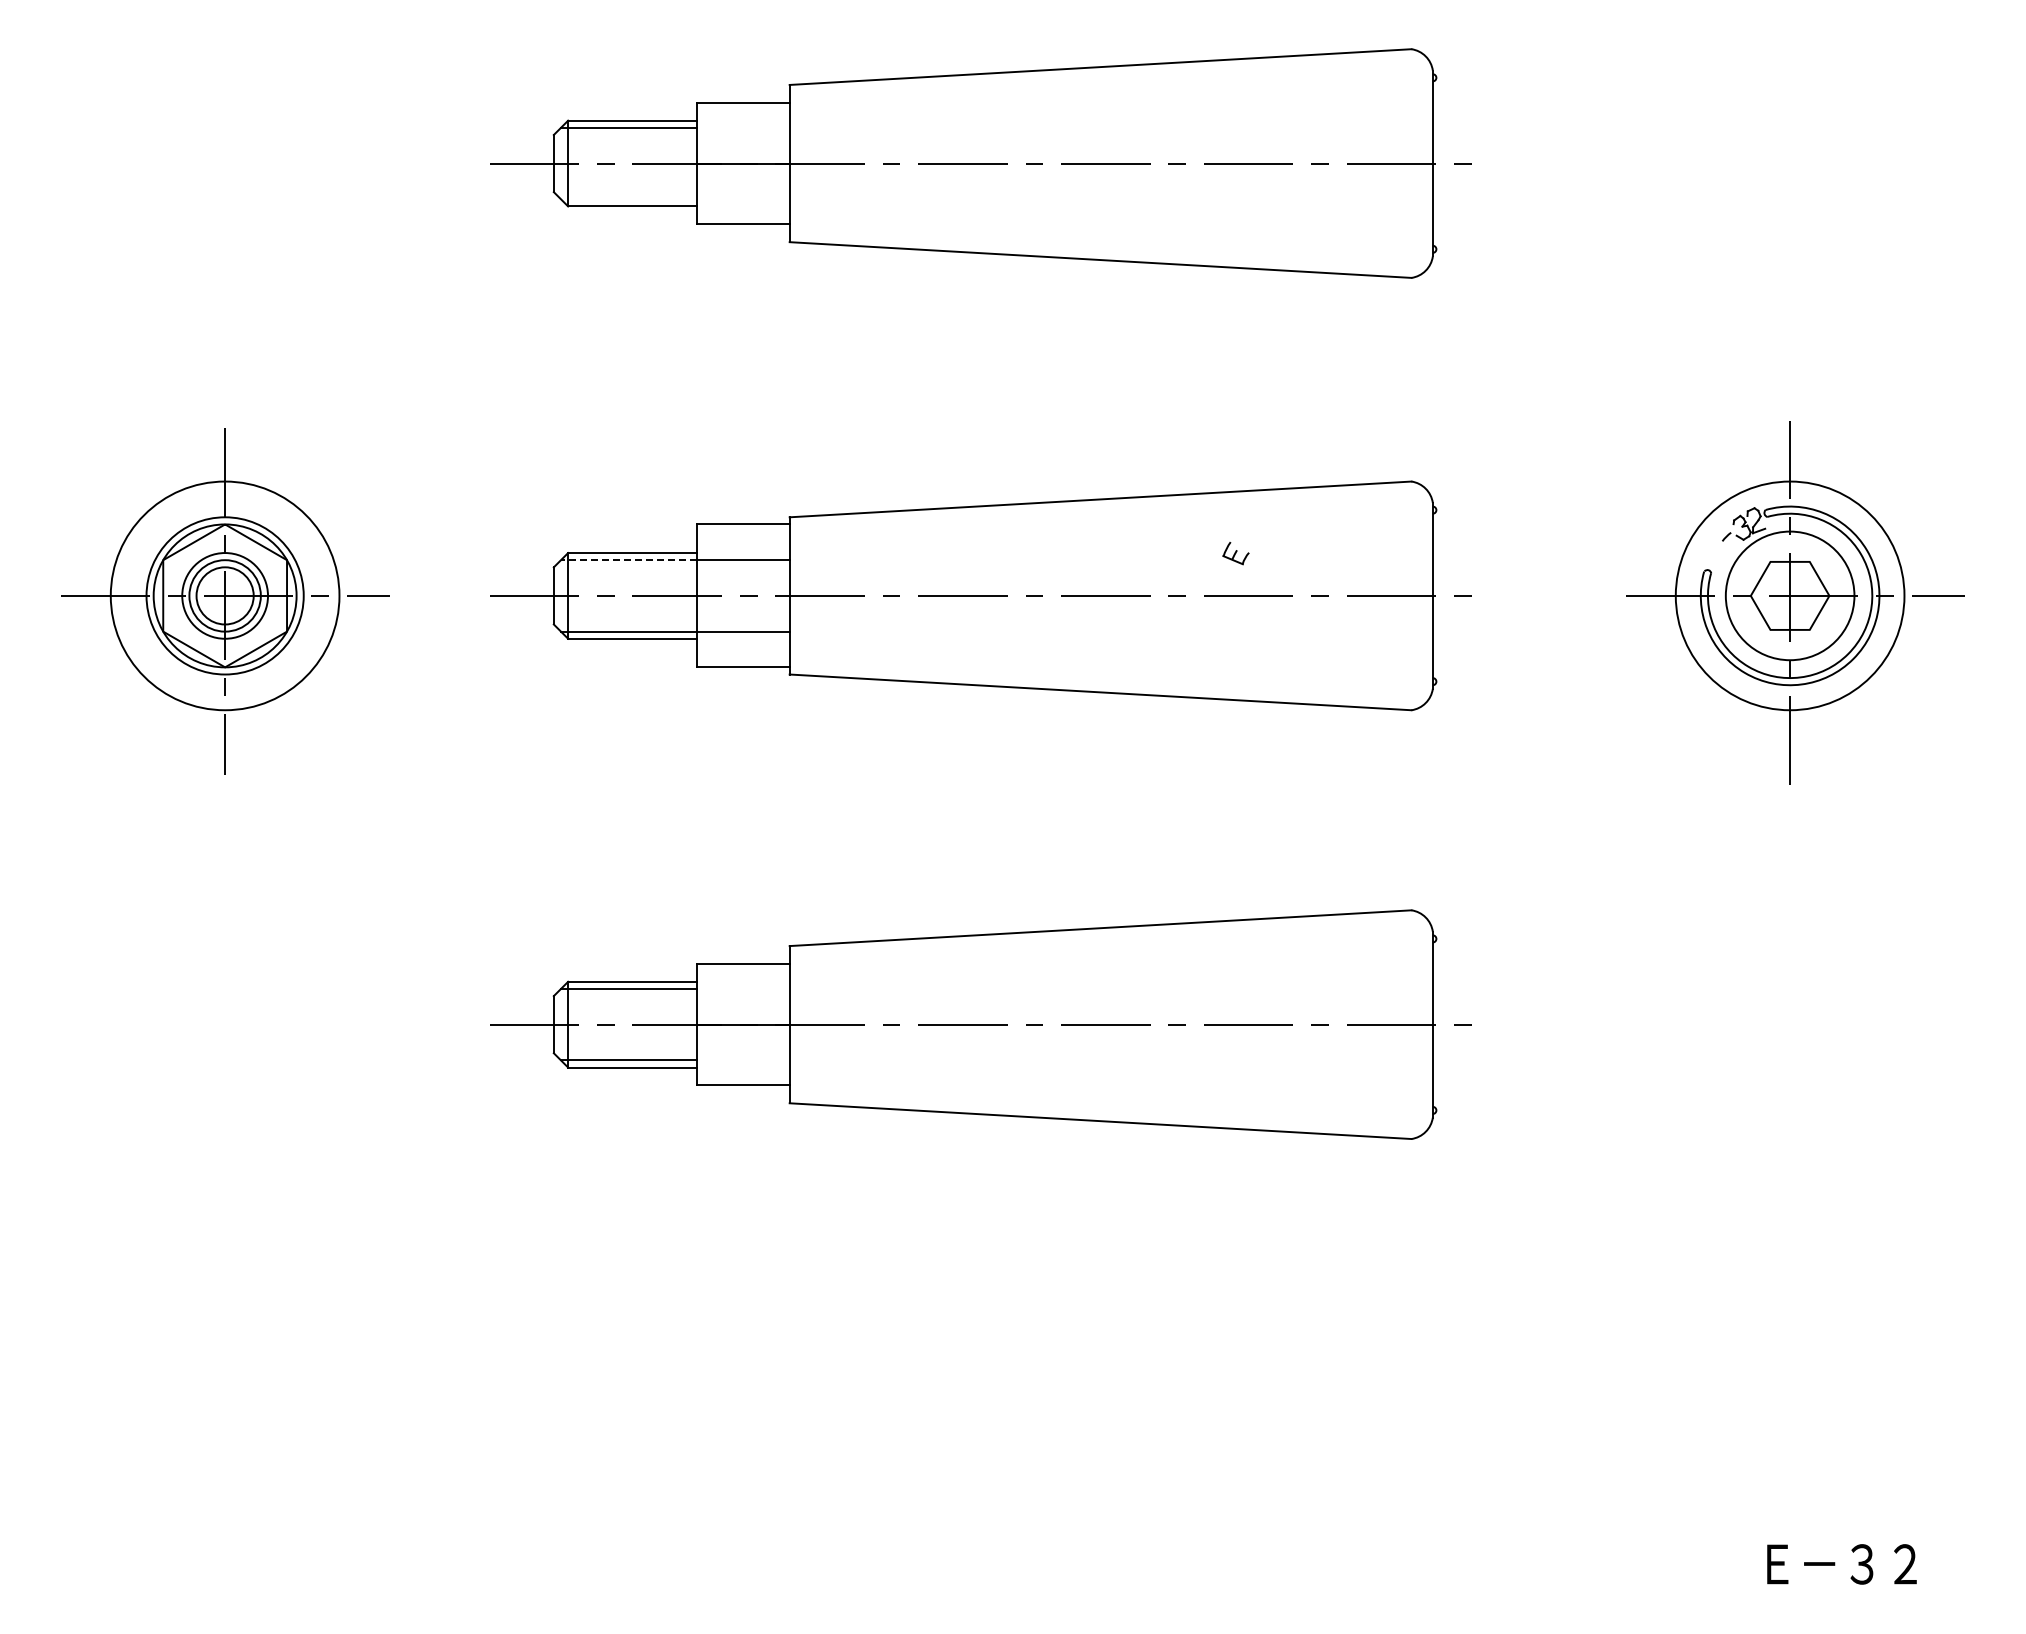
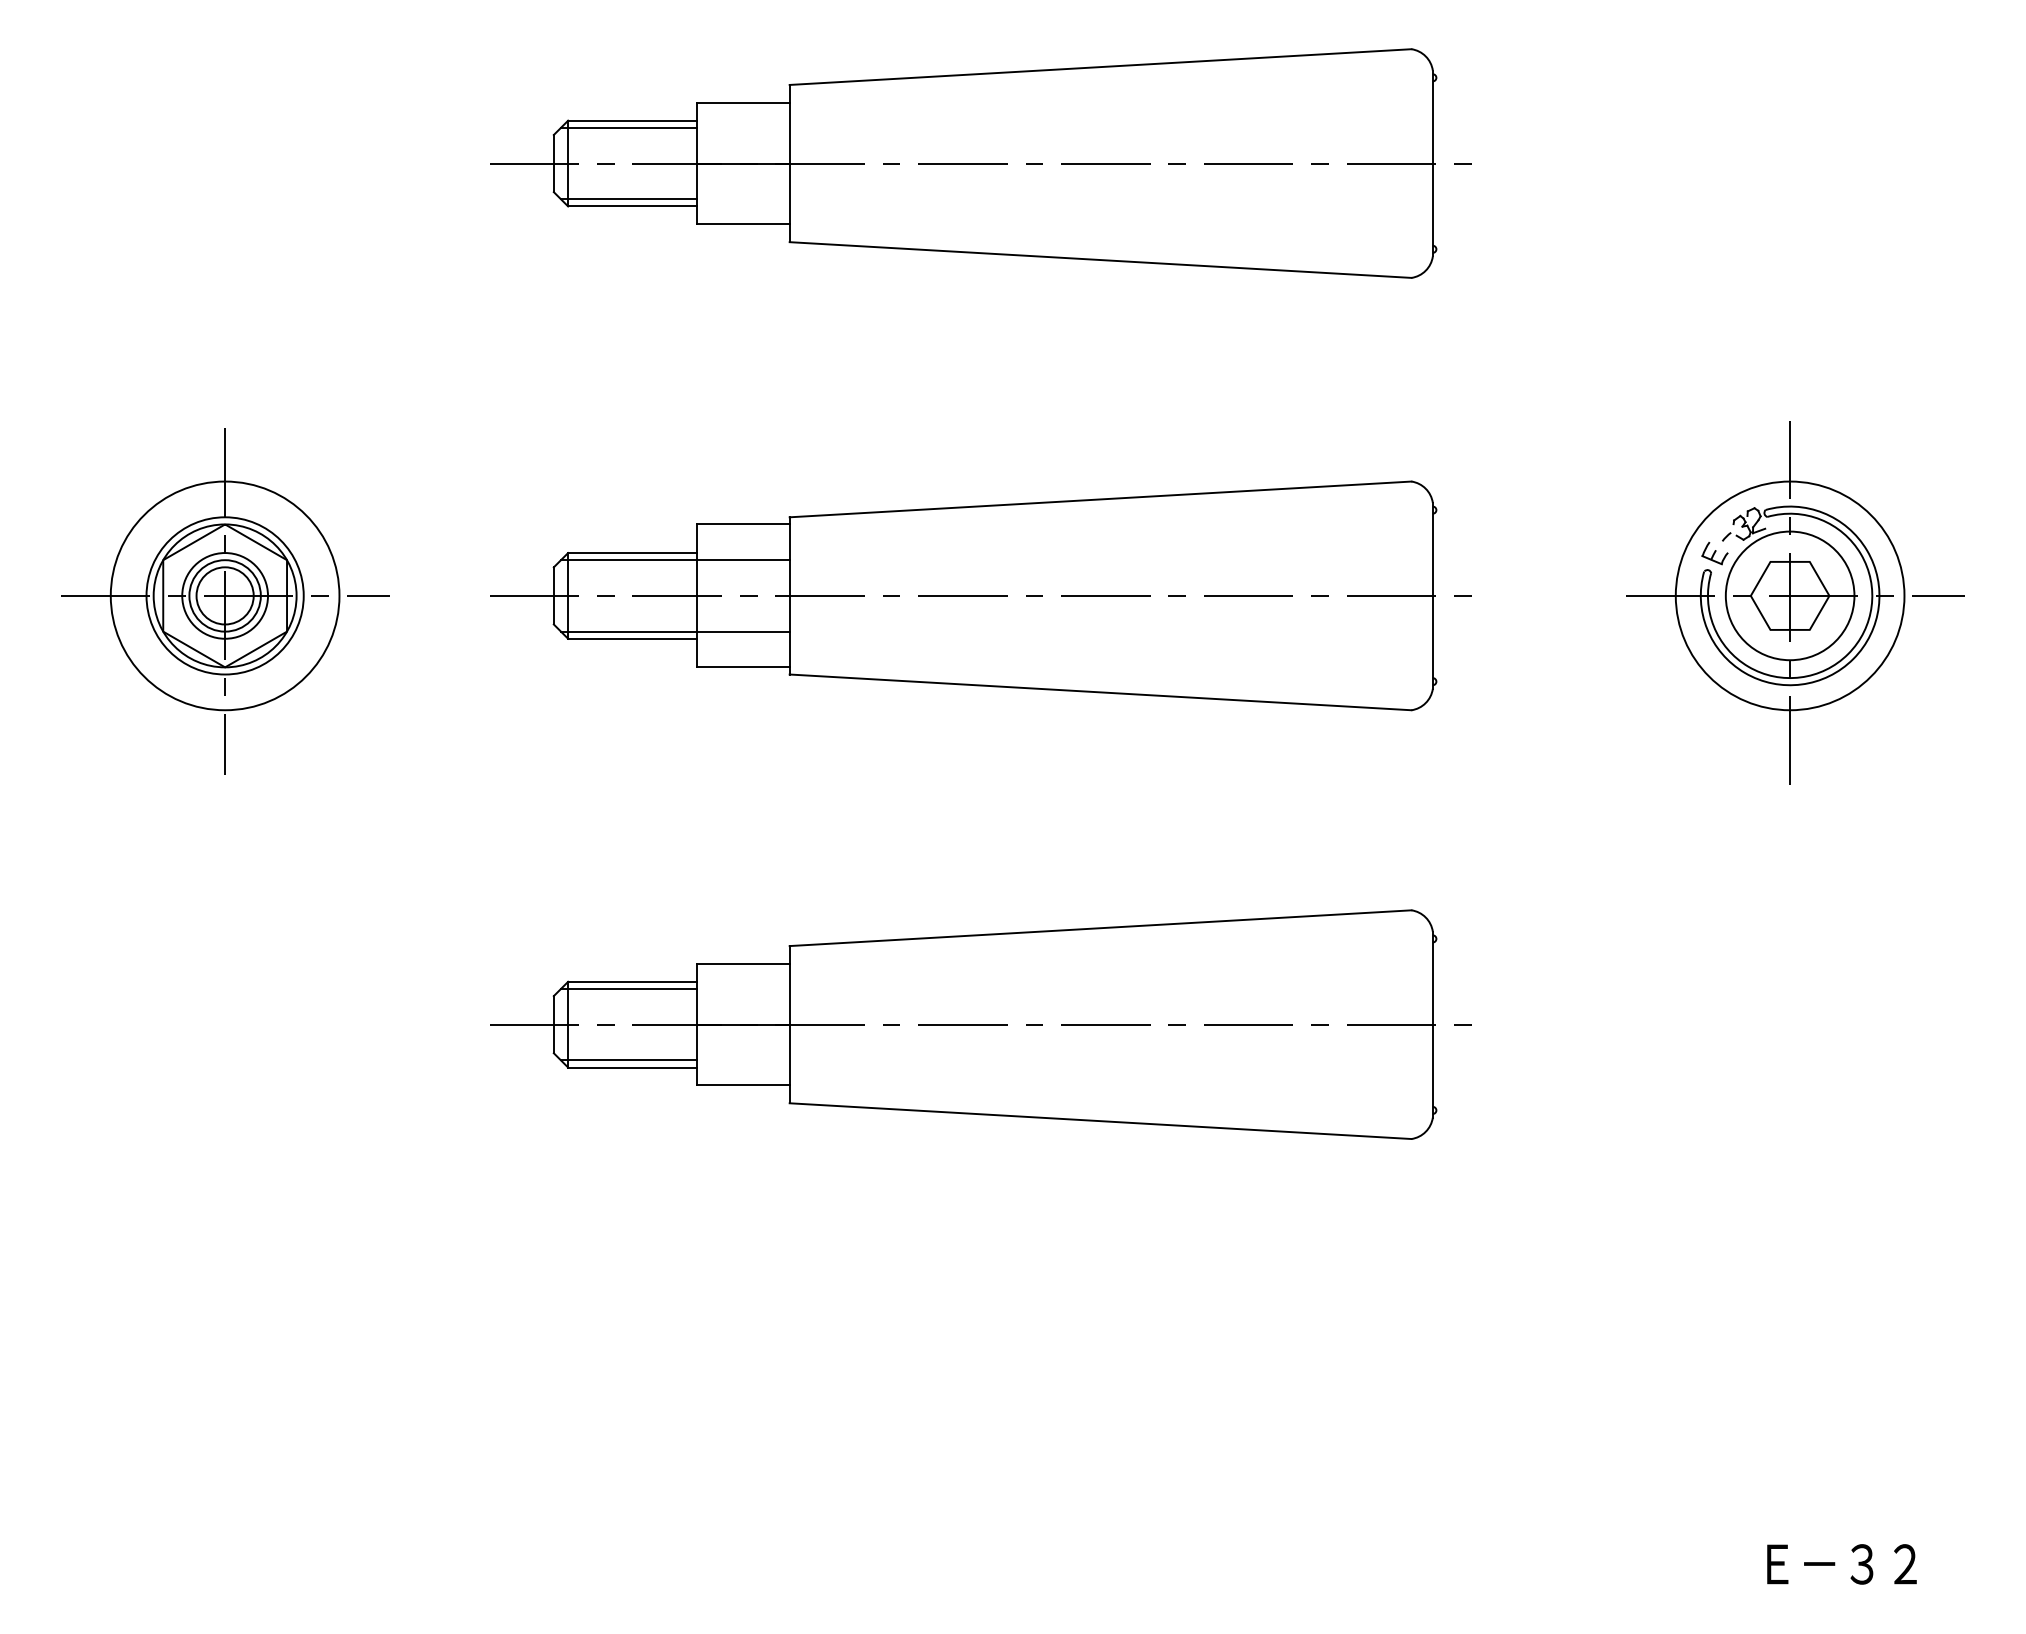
line at (628, 199): none -> present
part at (1235, 553) position: (1235, 553) -> (1714, 553)
line at (628, 560): dashed -> solid
